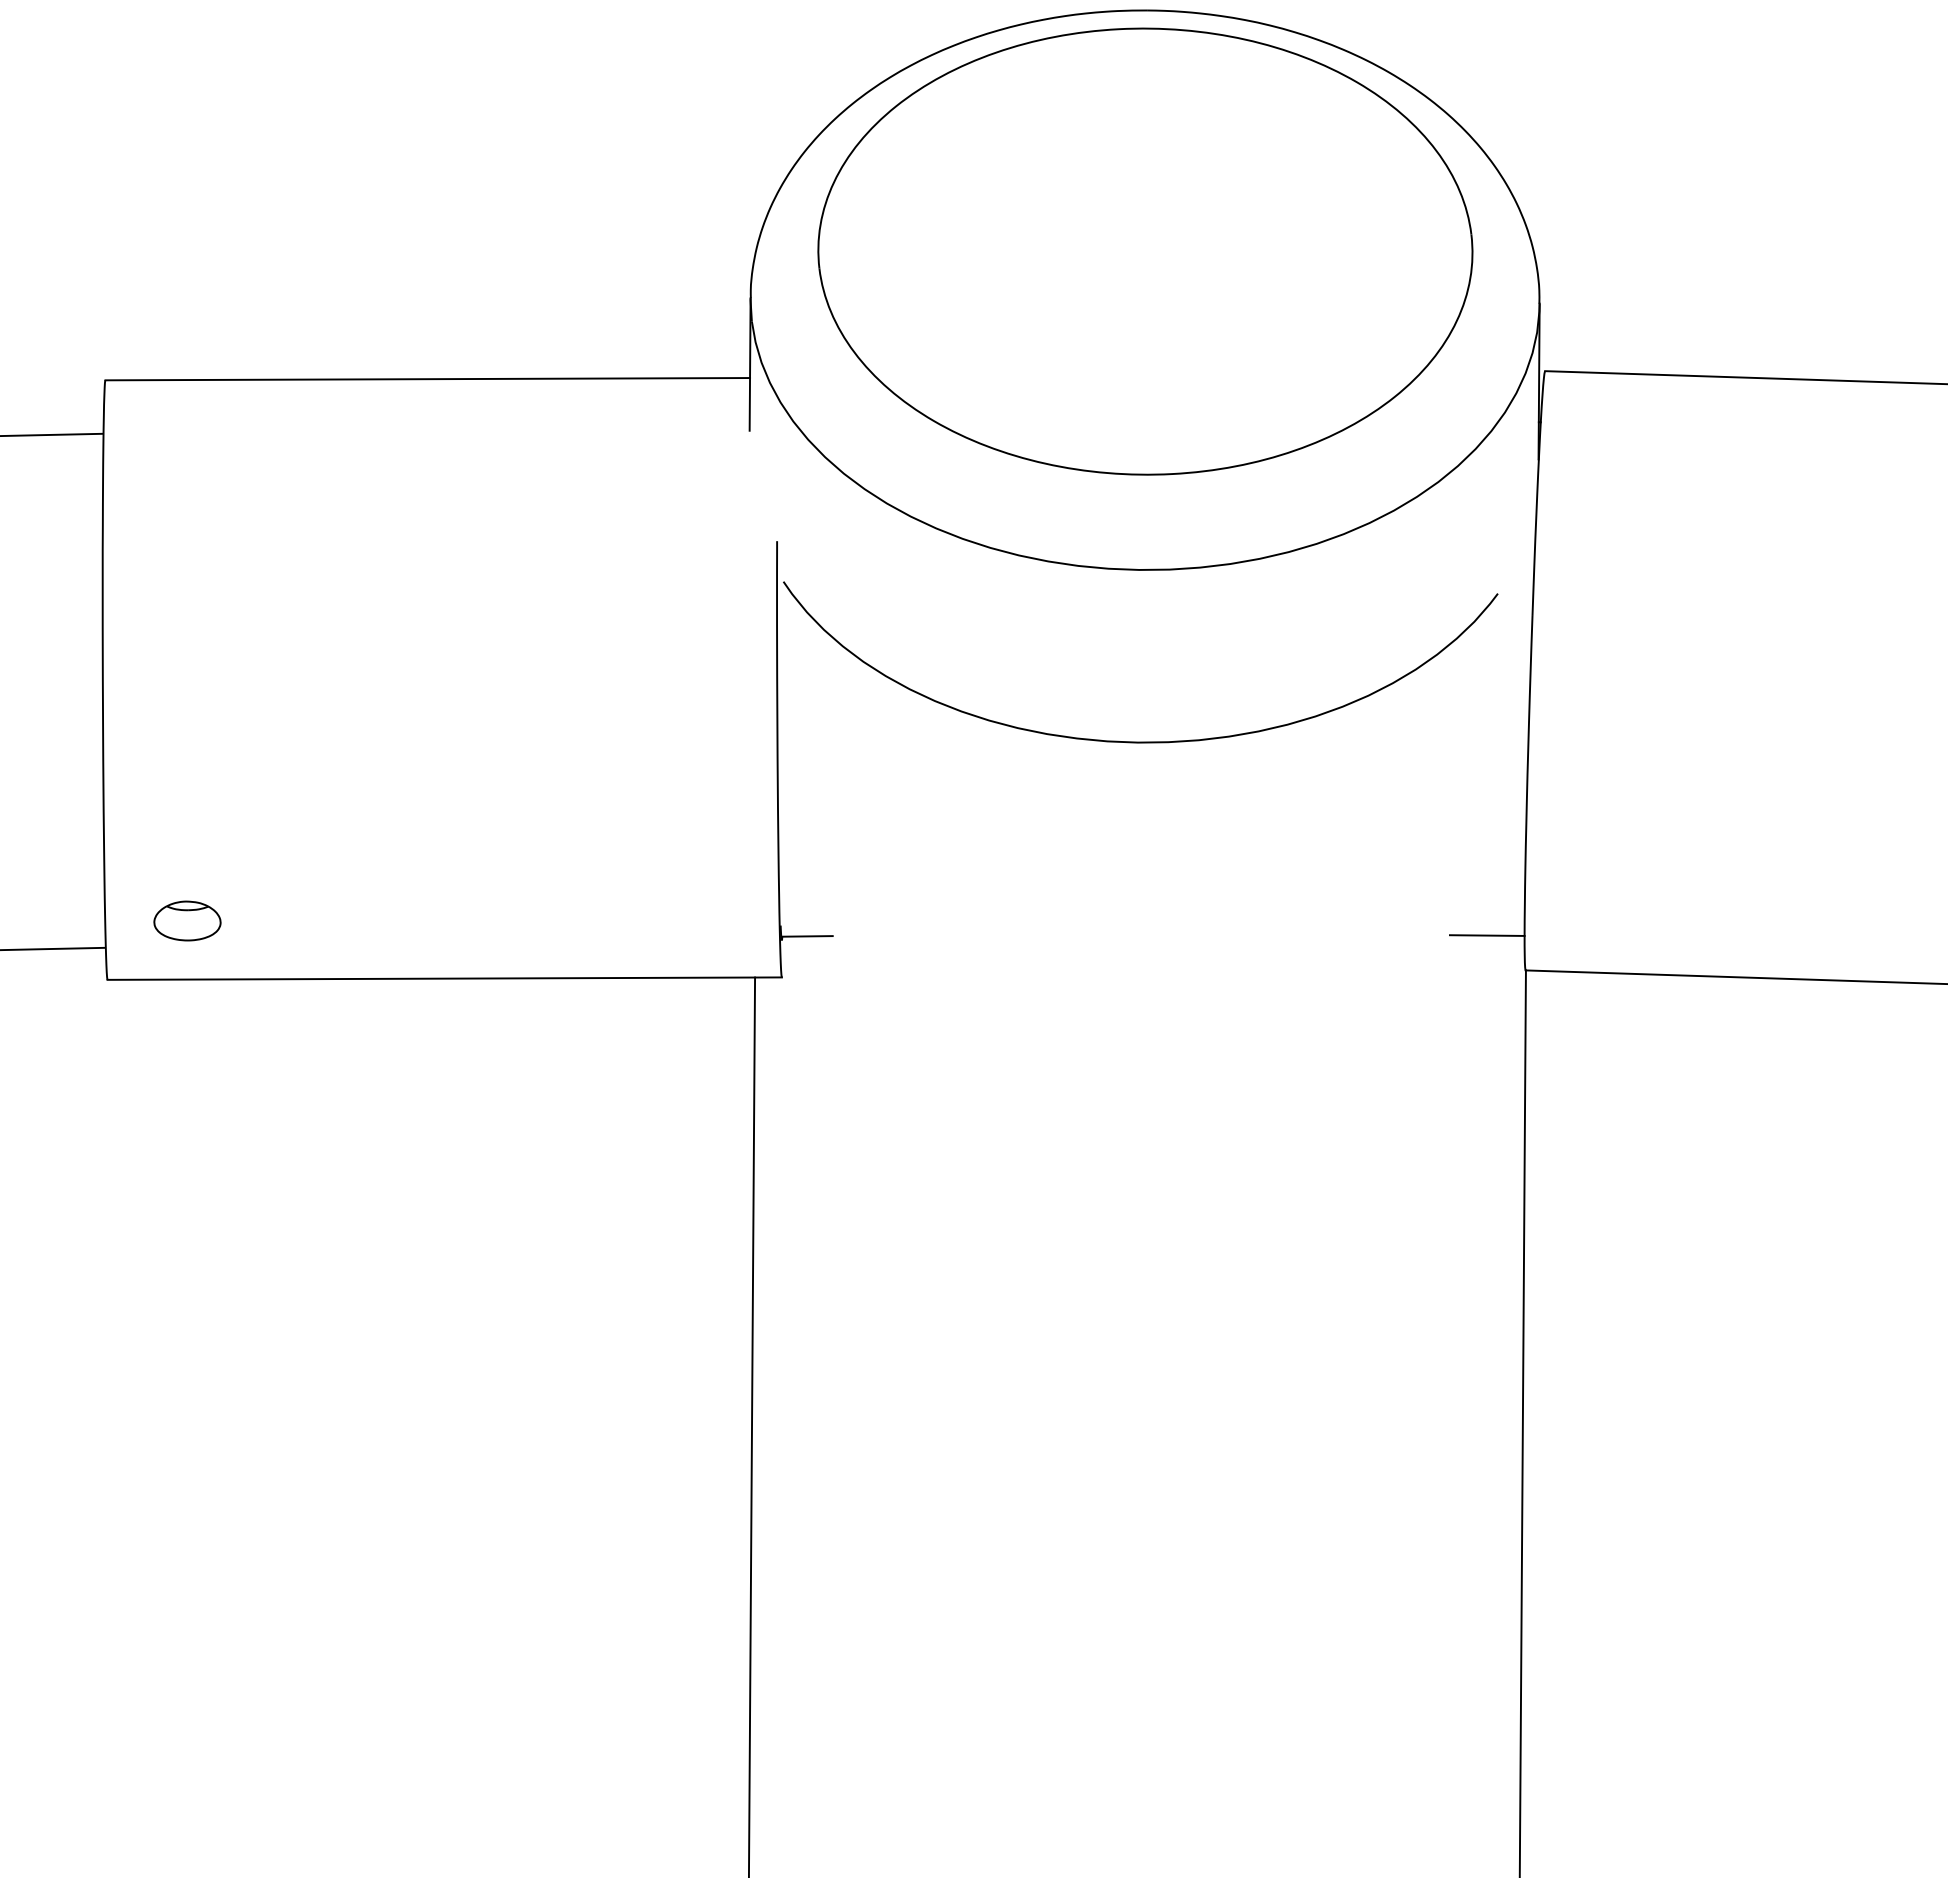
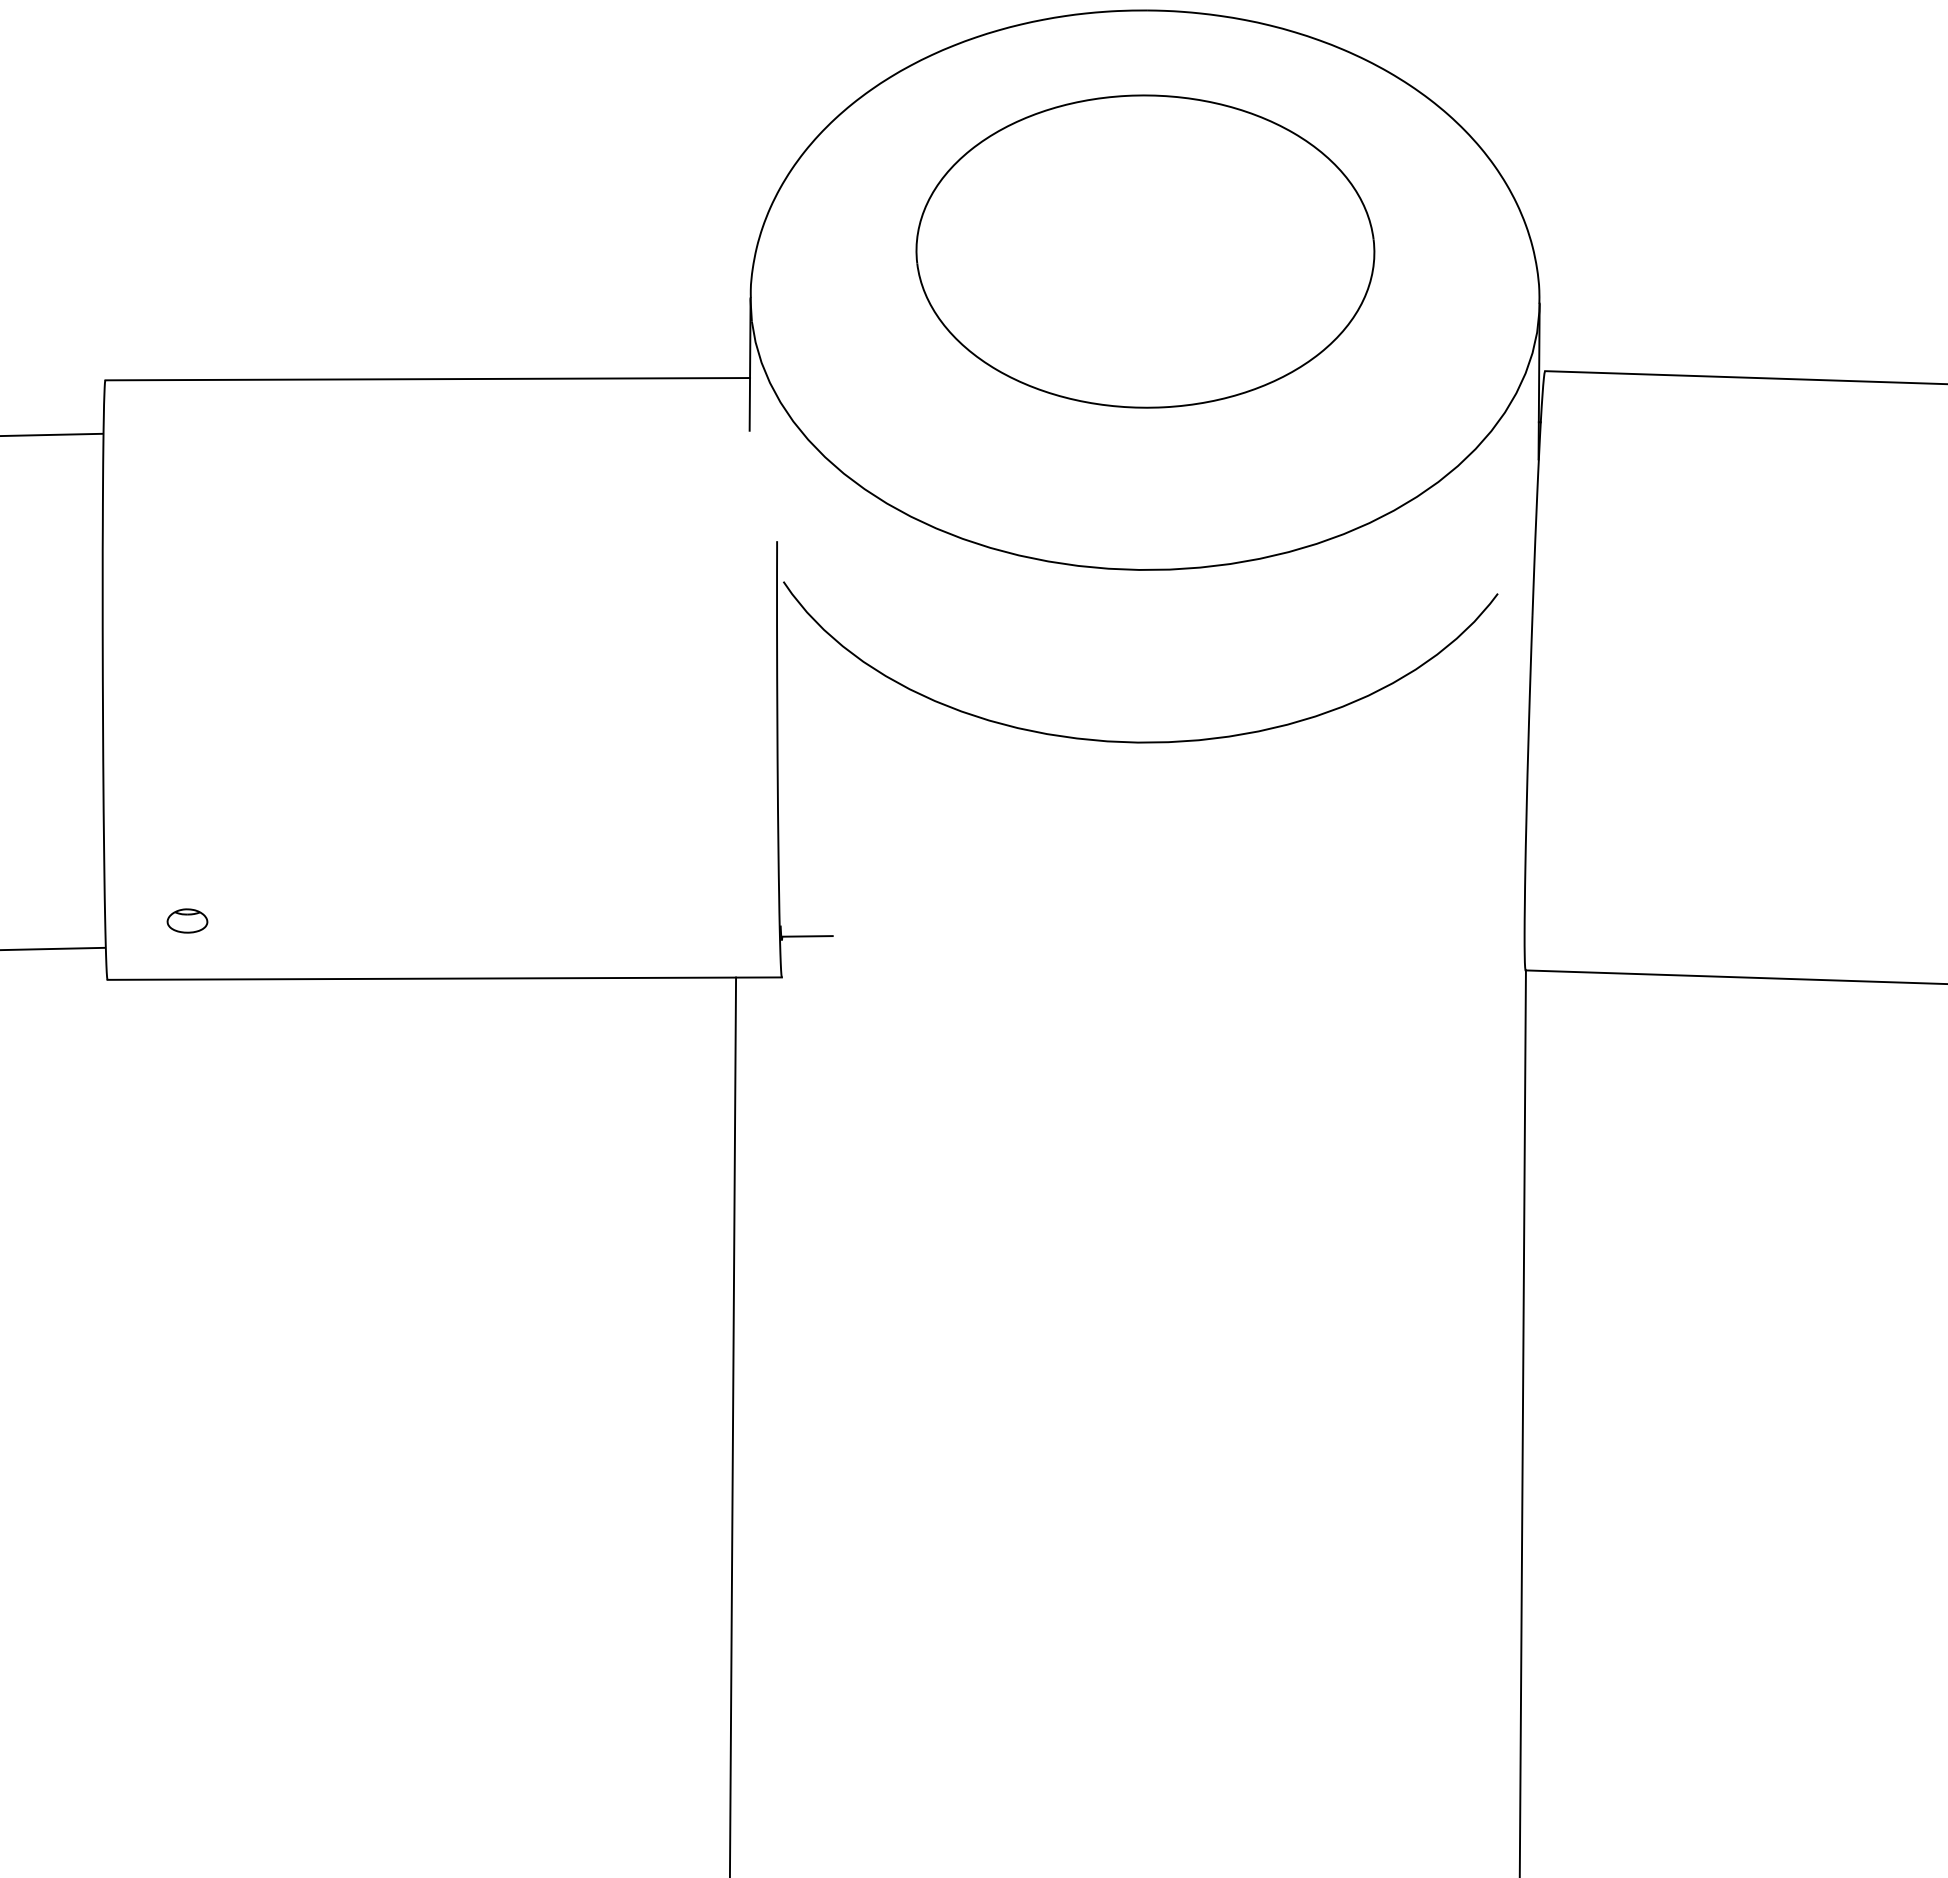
part at (1145, 251) size: 657x449 px -> 461x315 px
part at (187, 920) size: 69x42 px -> 43x26 px
line at (1486, 935): present -> none
line at (751, 1425) position: (751, 1425) -> (732, 1425)
